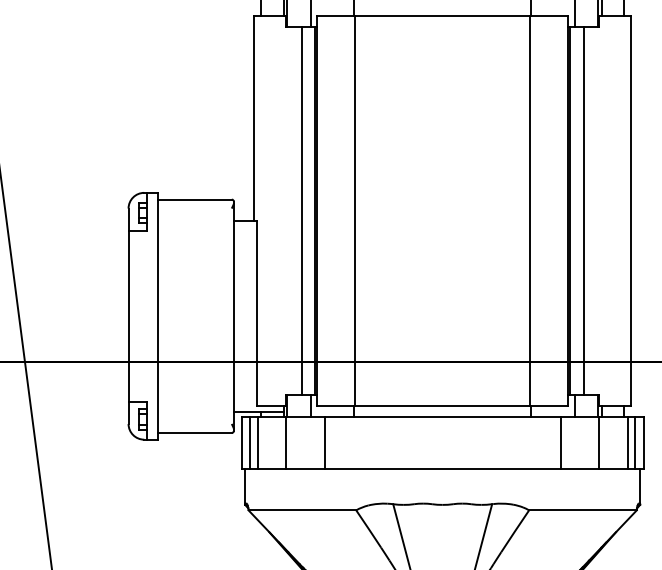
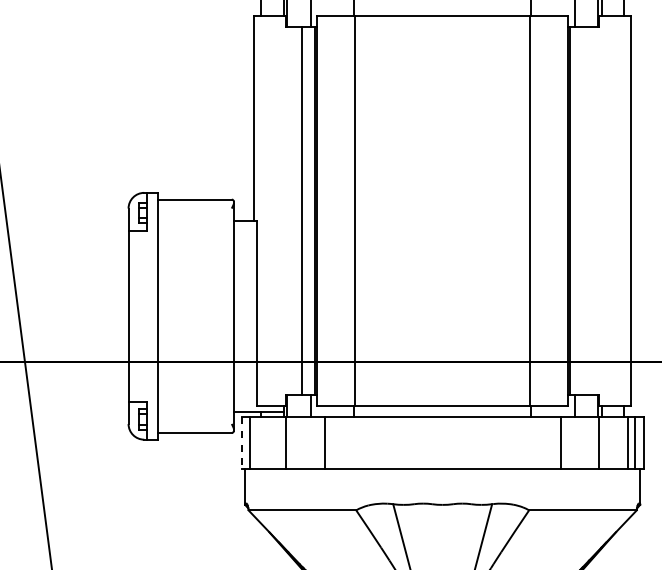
line at (583, 210): present -> none
line at (241, 442): solid -> dashed
line at (257, 442): present -> none
